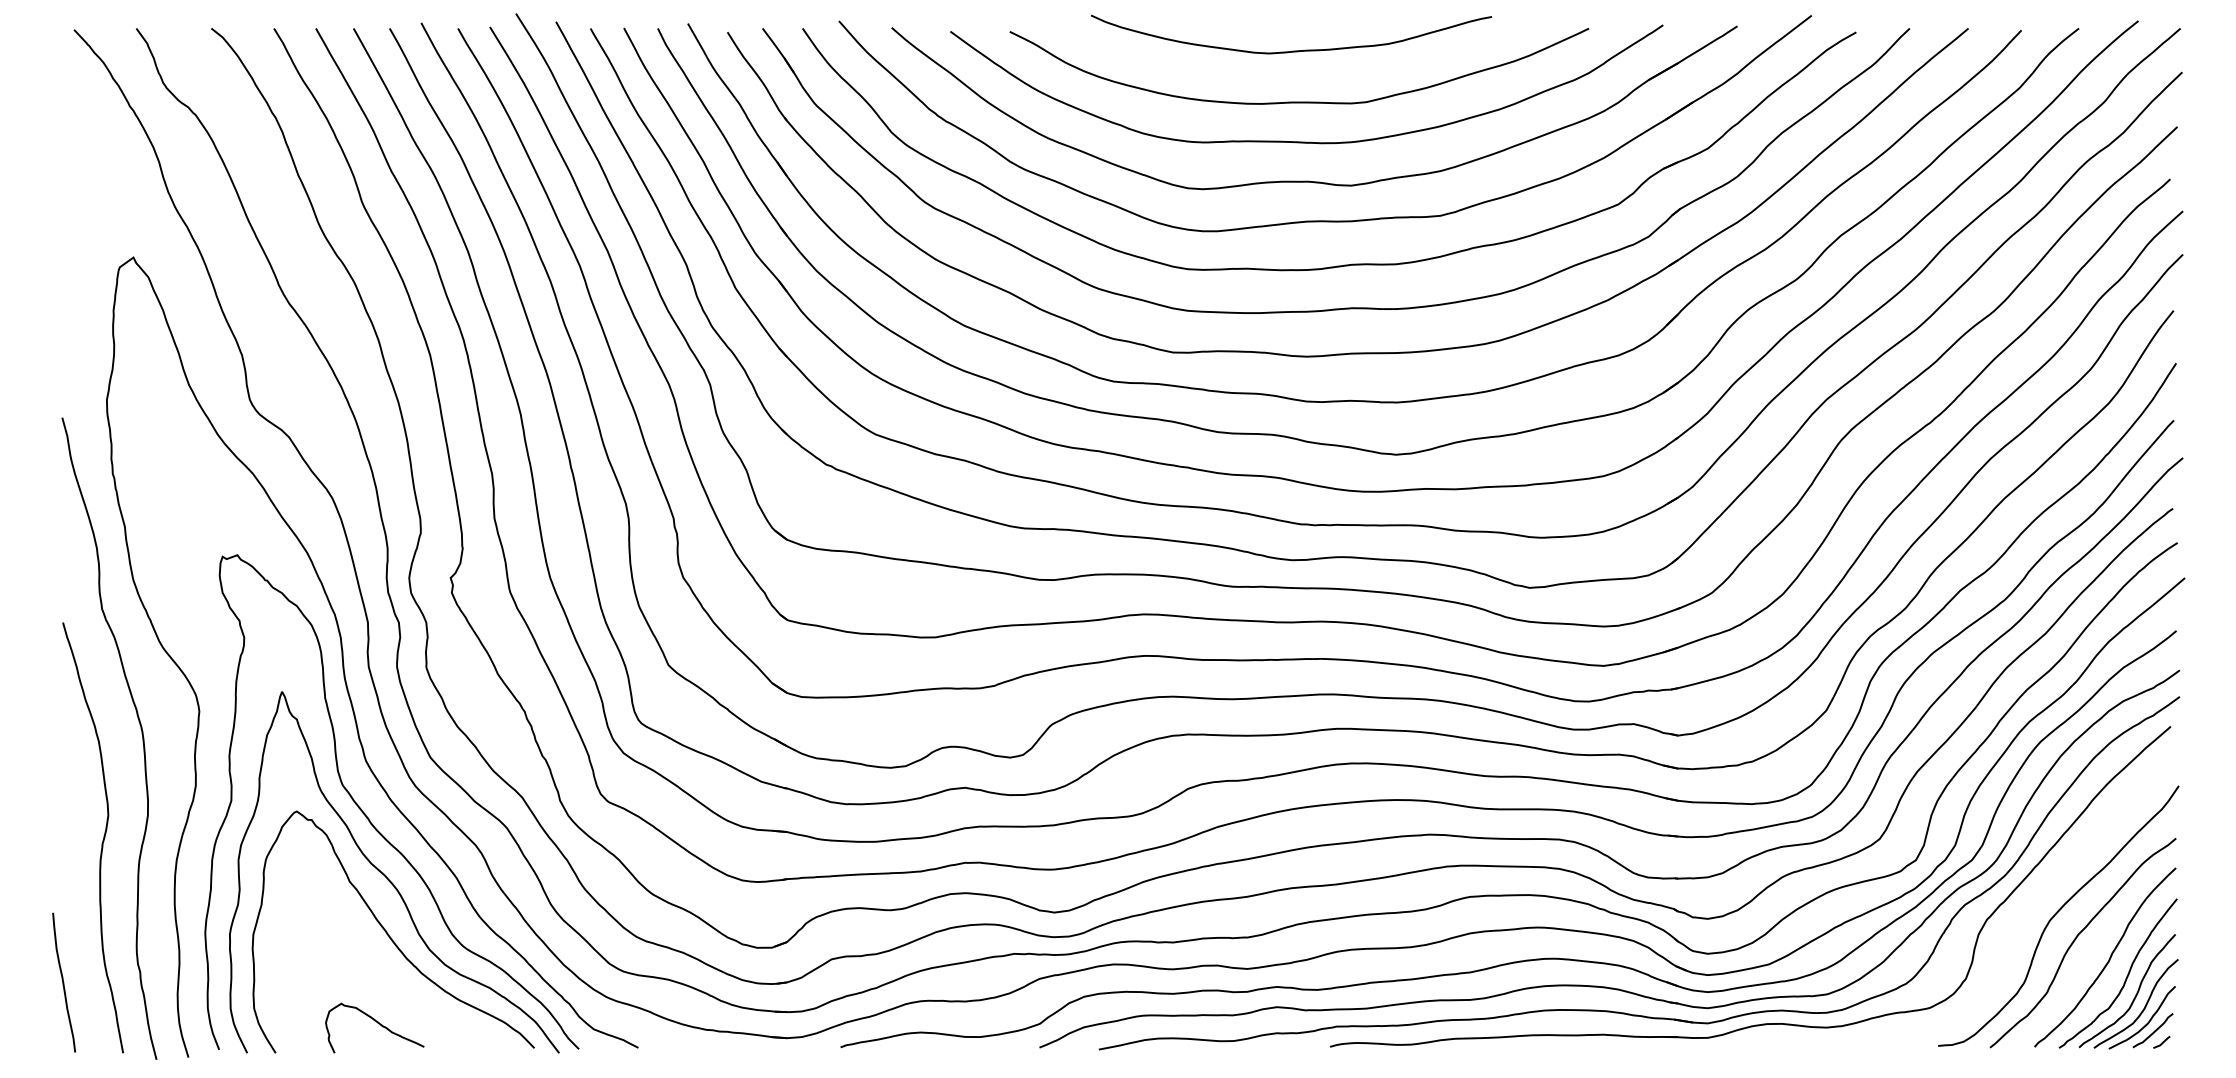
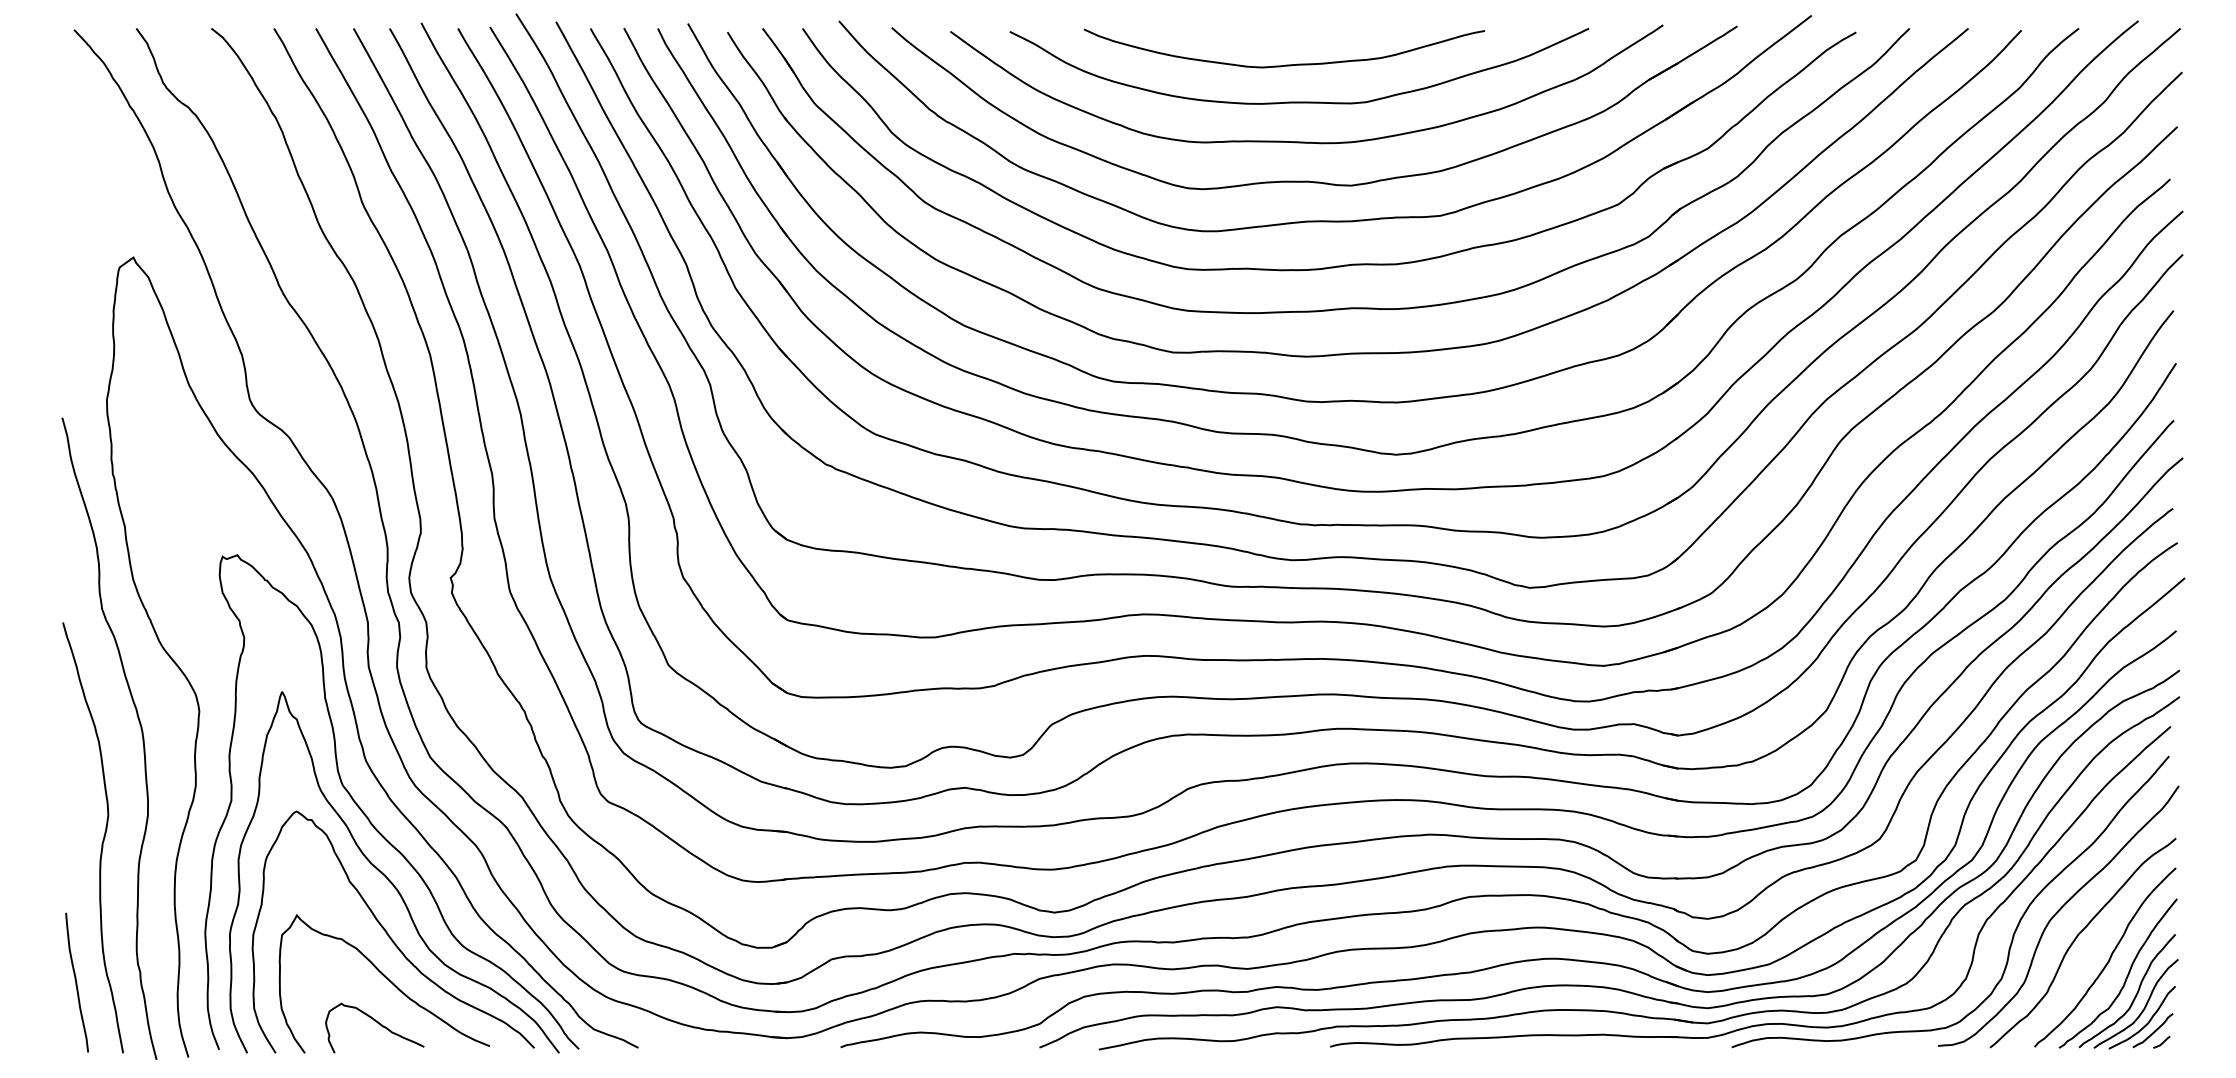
curve at (1292, 50) position: (1292, 50) -> (1285, 64)
curve at (2013, 932): none -> present
curve at (386, 979): none -> present
curve at (63, 982) position: (63, 982) -> (76, 982)
